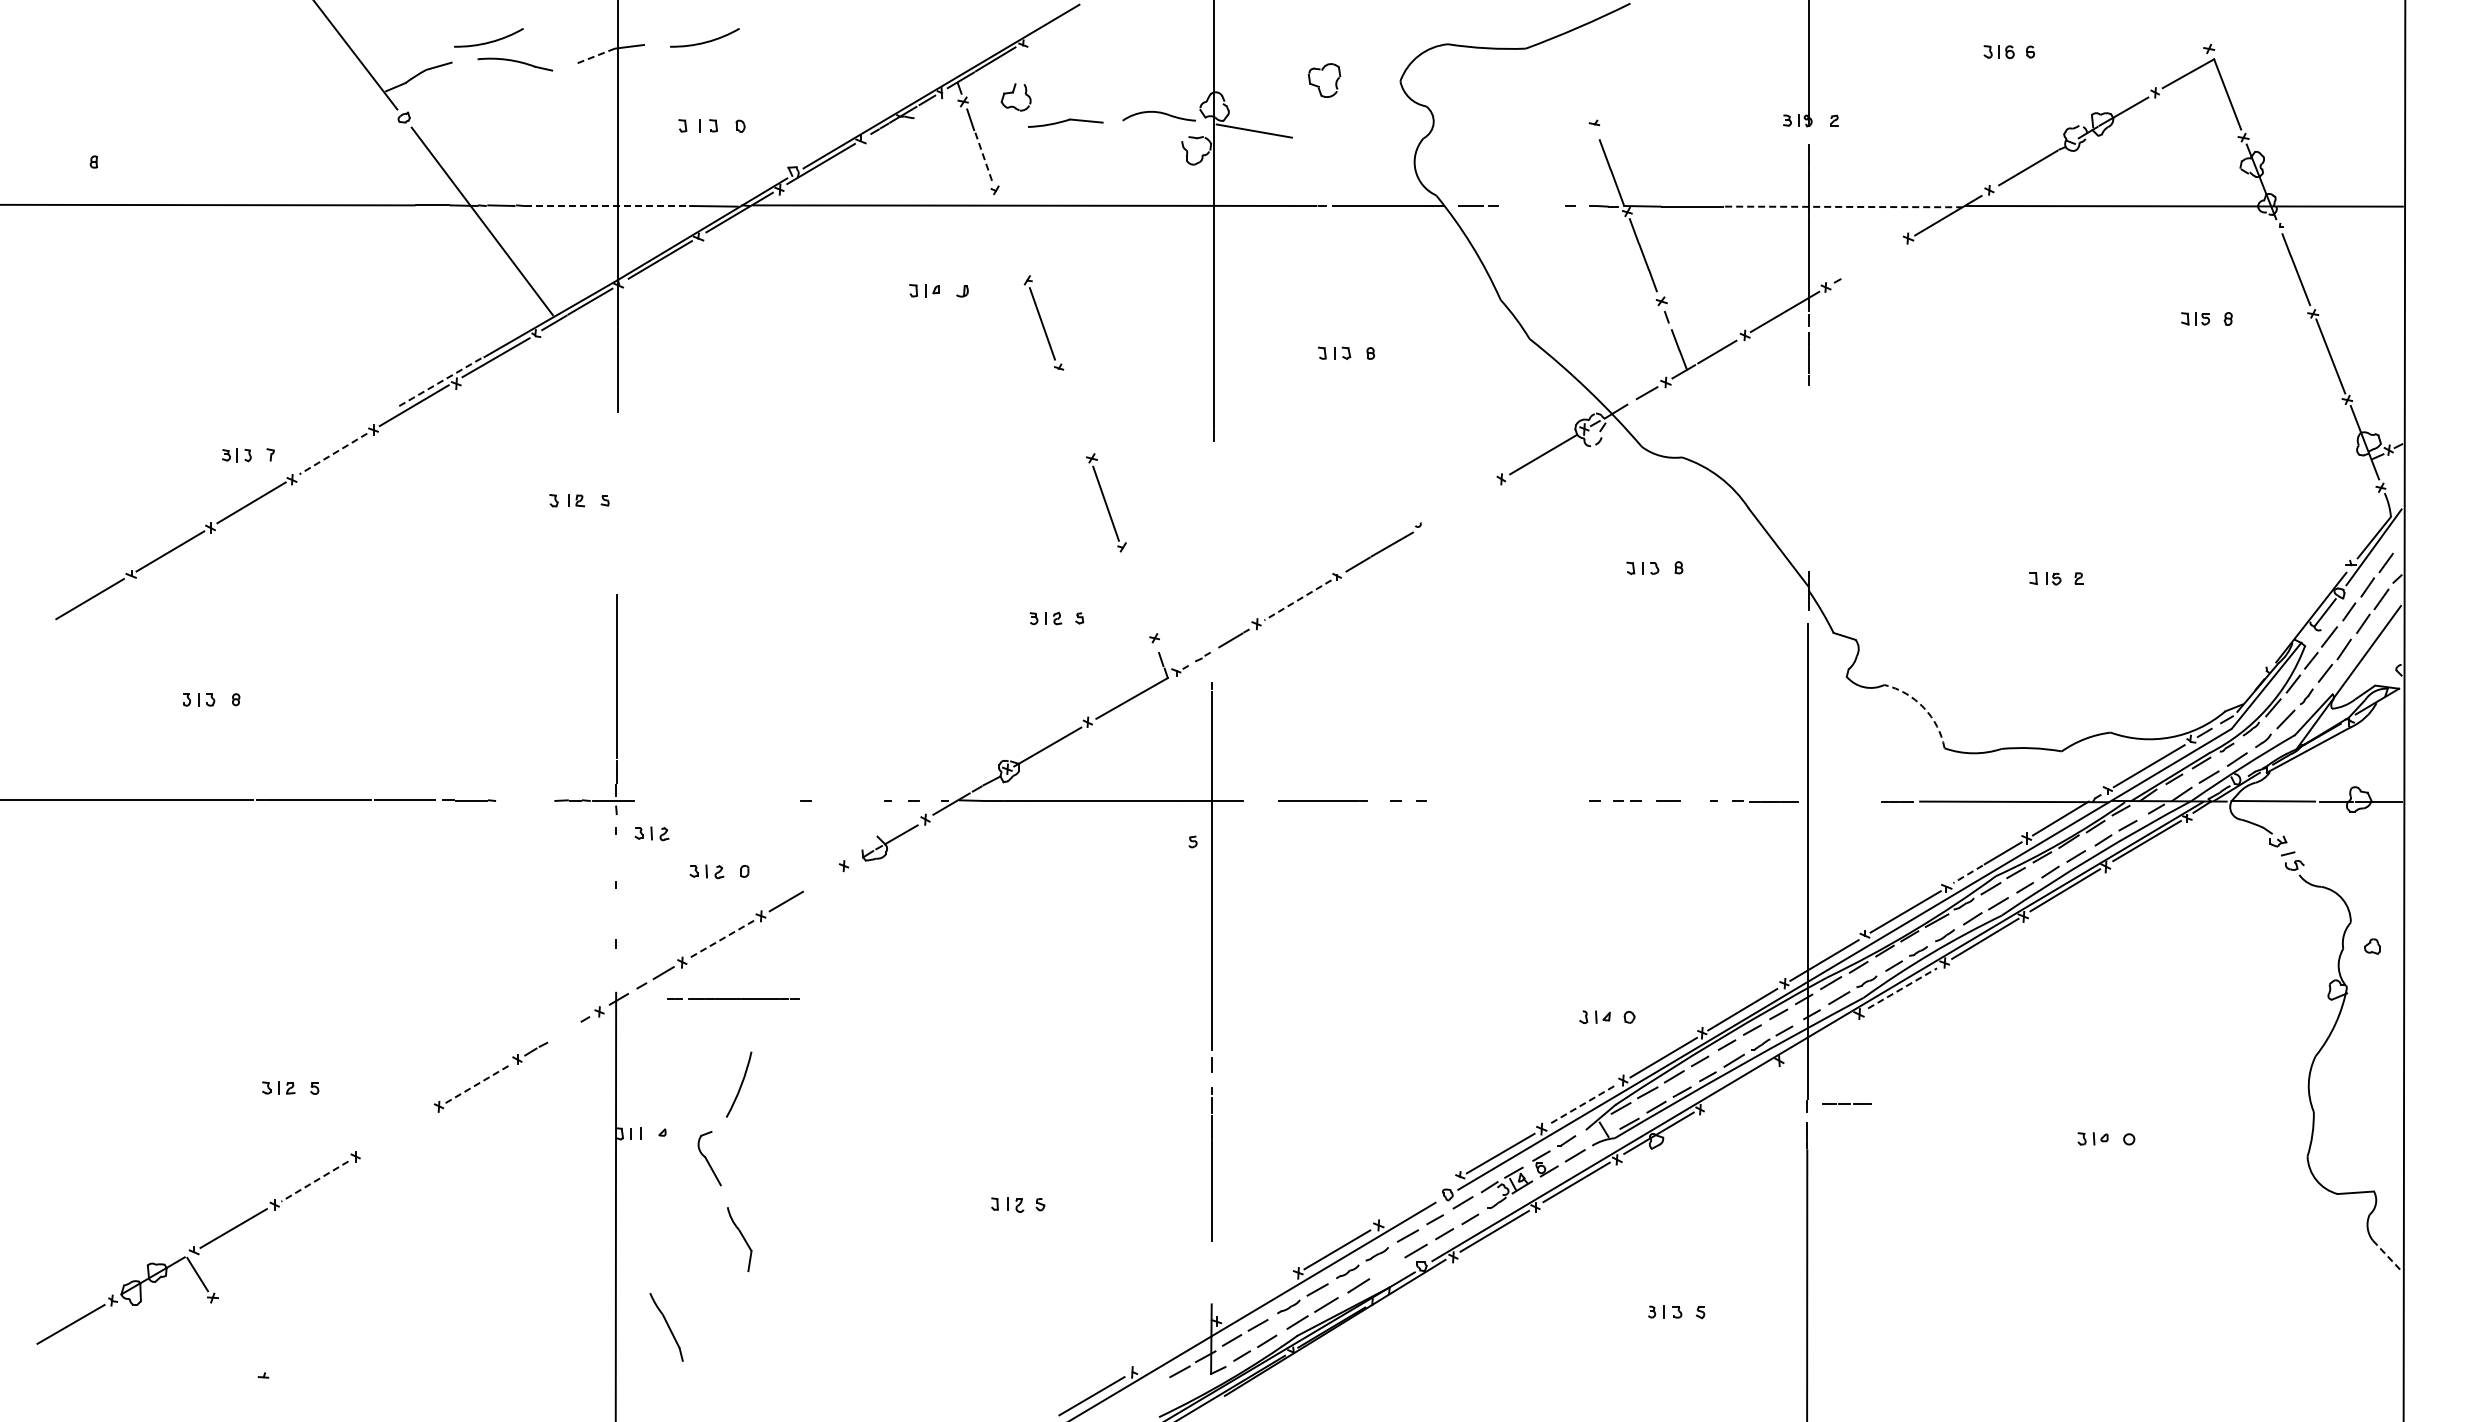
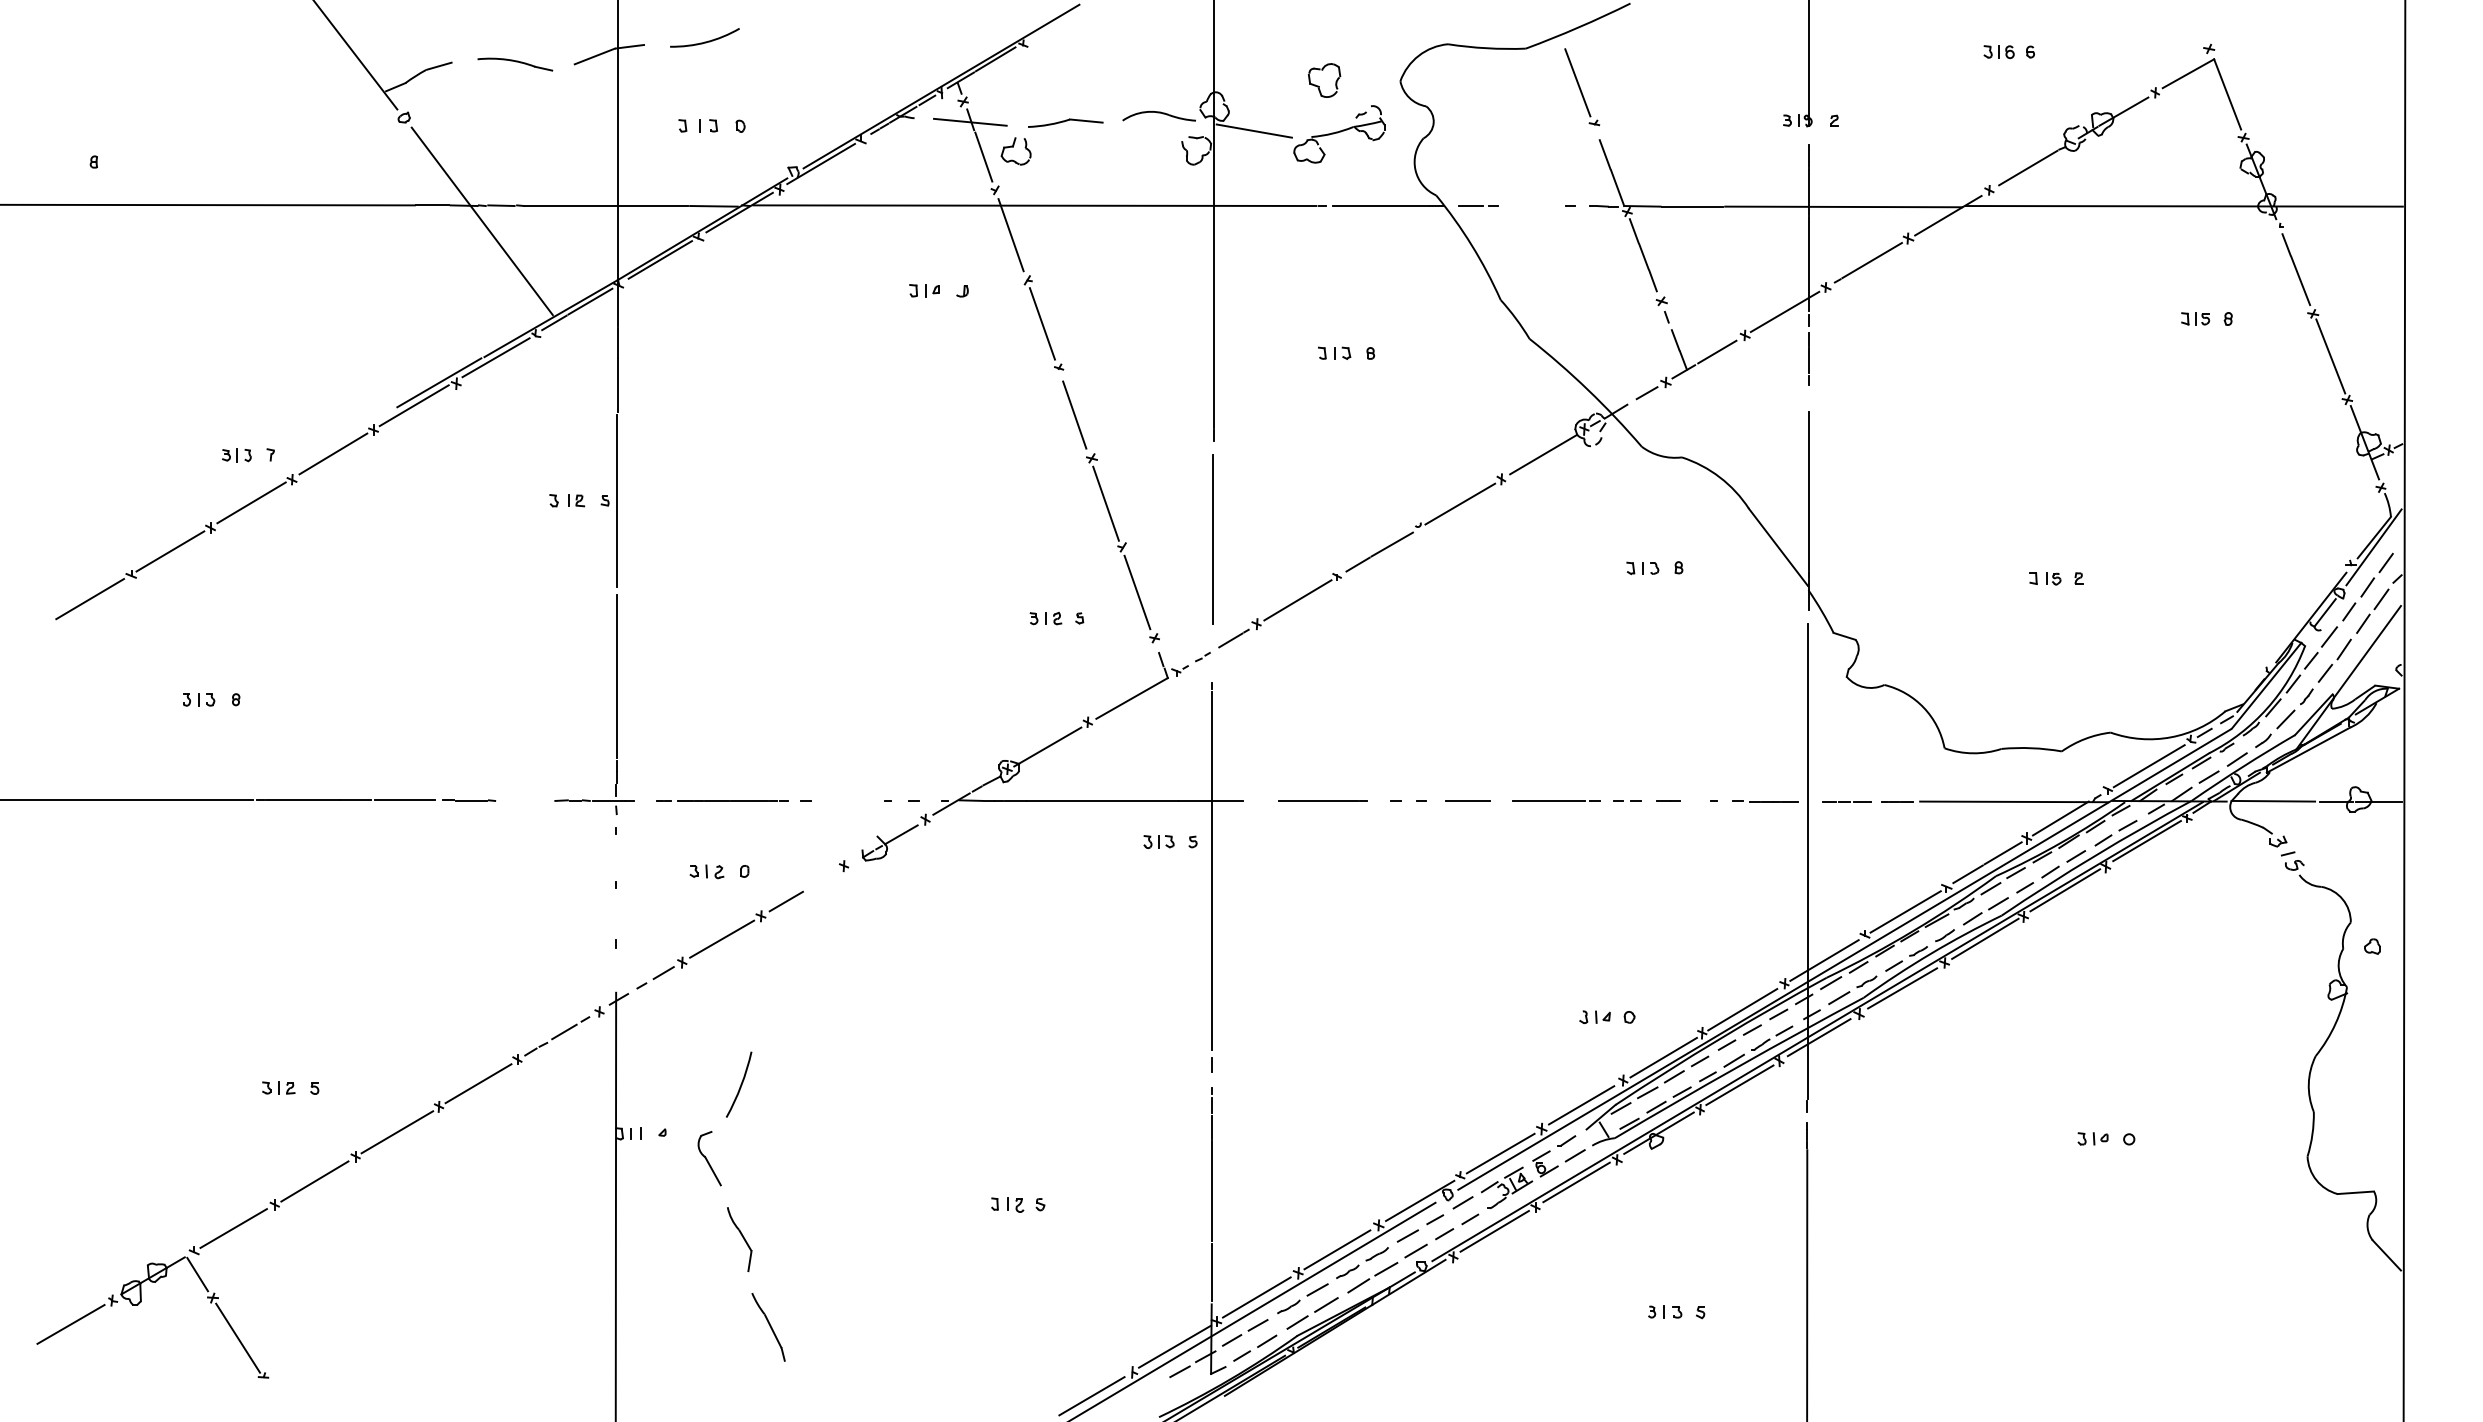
arc at (488, 41): present -> none
line at (594, 56): dashed -> solid
line at (1577, 82): none -> present
part at (1015, 97) position: (1015, 97) -> (1015, 151)
line at (969, 121): none -> present
part at (1339, 134): none -> present
line at (983, 157): dashed -> solid
line at (606, 206): dashed -> solid
line at (1844, 206): dashed -> solid
line at (1010, 235): none -> present
line at (1871, 260): none -> present
line at (439, 382): dashed -> solid
line at (1074, 414): none -> present
line at (333, 453): dashed -> solid
line at (1808, 490): none -> present
line at (617, 501): none -> present
line at (1460, 503): none -> present
line at (1212, 539): none -> present
line at (1137, 592): none -> present
line at (1297, 600): dashed -> solid
arc at (1923, 707): dashed -> solid
line at (1467, 800): none -> present
line at (1548, 800): none -> present
part at (651, 833): present -> none
part at (1158, 841): none -> present
line at (1967, 874): dashed -> solid
line at (722, 939): dashed -> solid
line at (1902, 988): dashed -> solid
line at (733, 998) position: (733, 998) -> (722, 800)
line at (564, 1031): none -> present
line at (1818, 1037): none -> present
line at (478, 1083): dashed -> solid
line at (1739, 1085): none -> present
line at (1846, 1103) position: (1846, 1103) -> (1846, 801)
line at (1581, 1105): dashed -> solid
line at (397, 1132): none -> present
line at (314, 1181): dashed -> solid
line at (1420, 1200): none -> present
line at (2386, 1255): dashed -> solid
line at (1386, 1269): none -> present
line at (1211, 1272): none -> present
line at (1256, 1297): none -> present
part at (666, 1327) position: (666, 1327) -> (768, 1327)
line at (238, 1337): none -> present
line at (1174, 1346): none -> present
